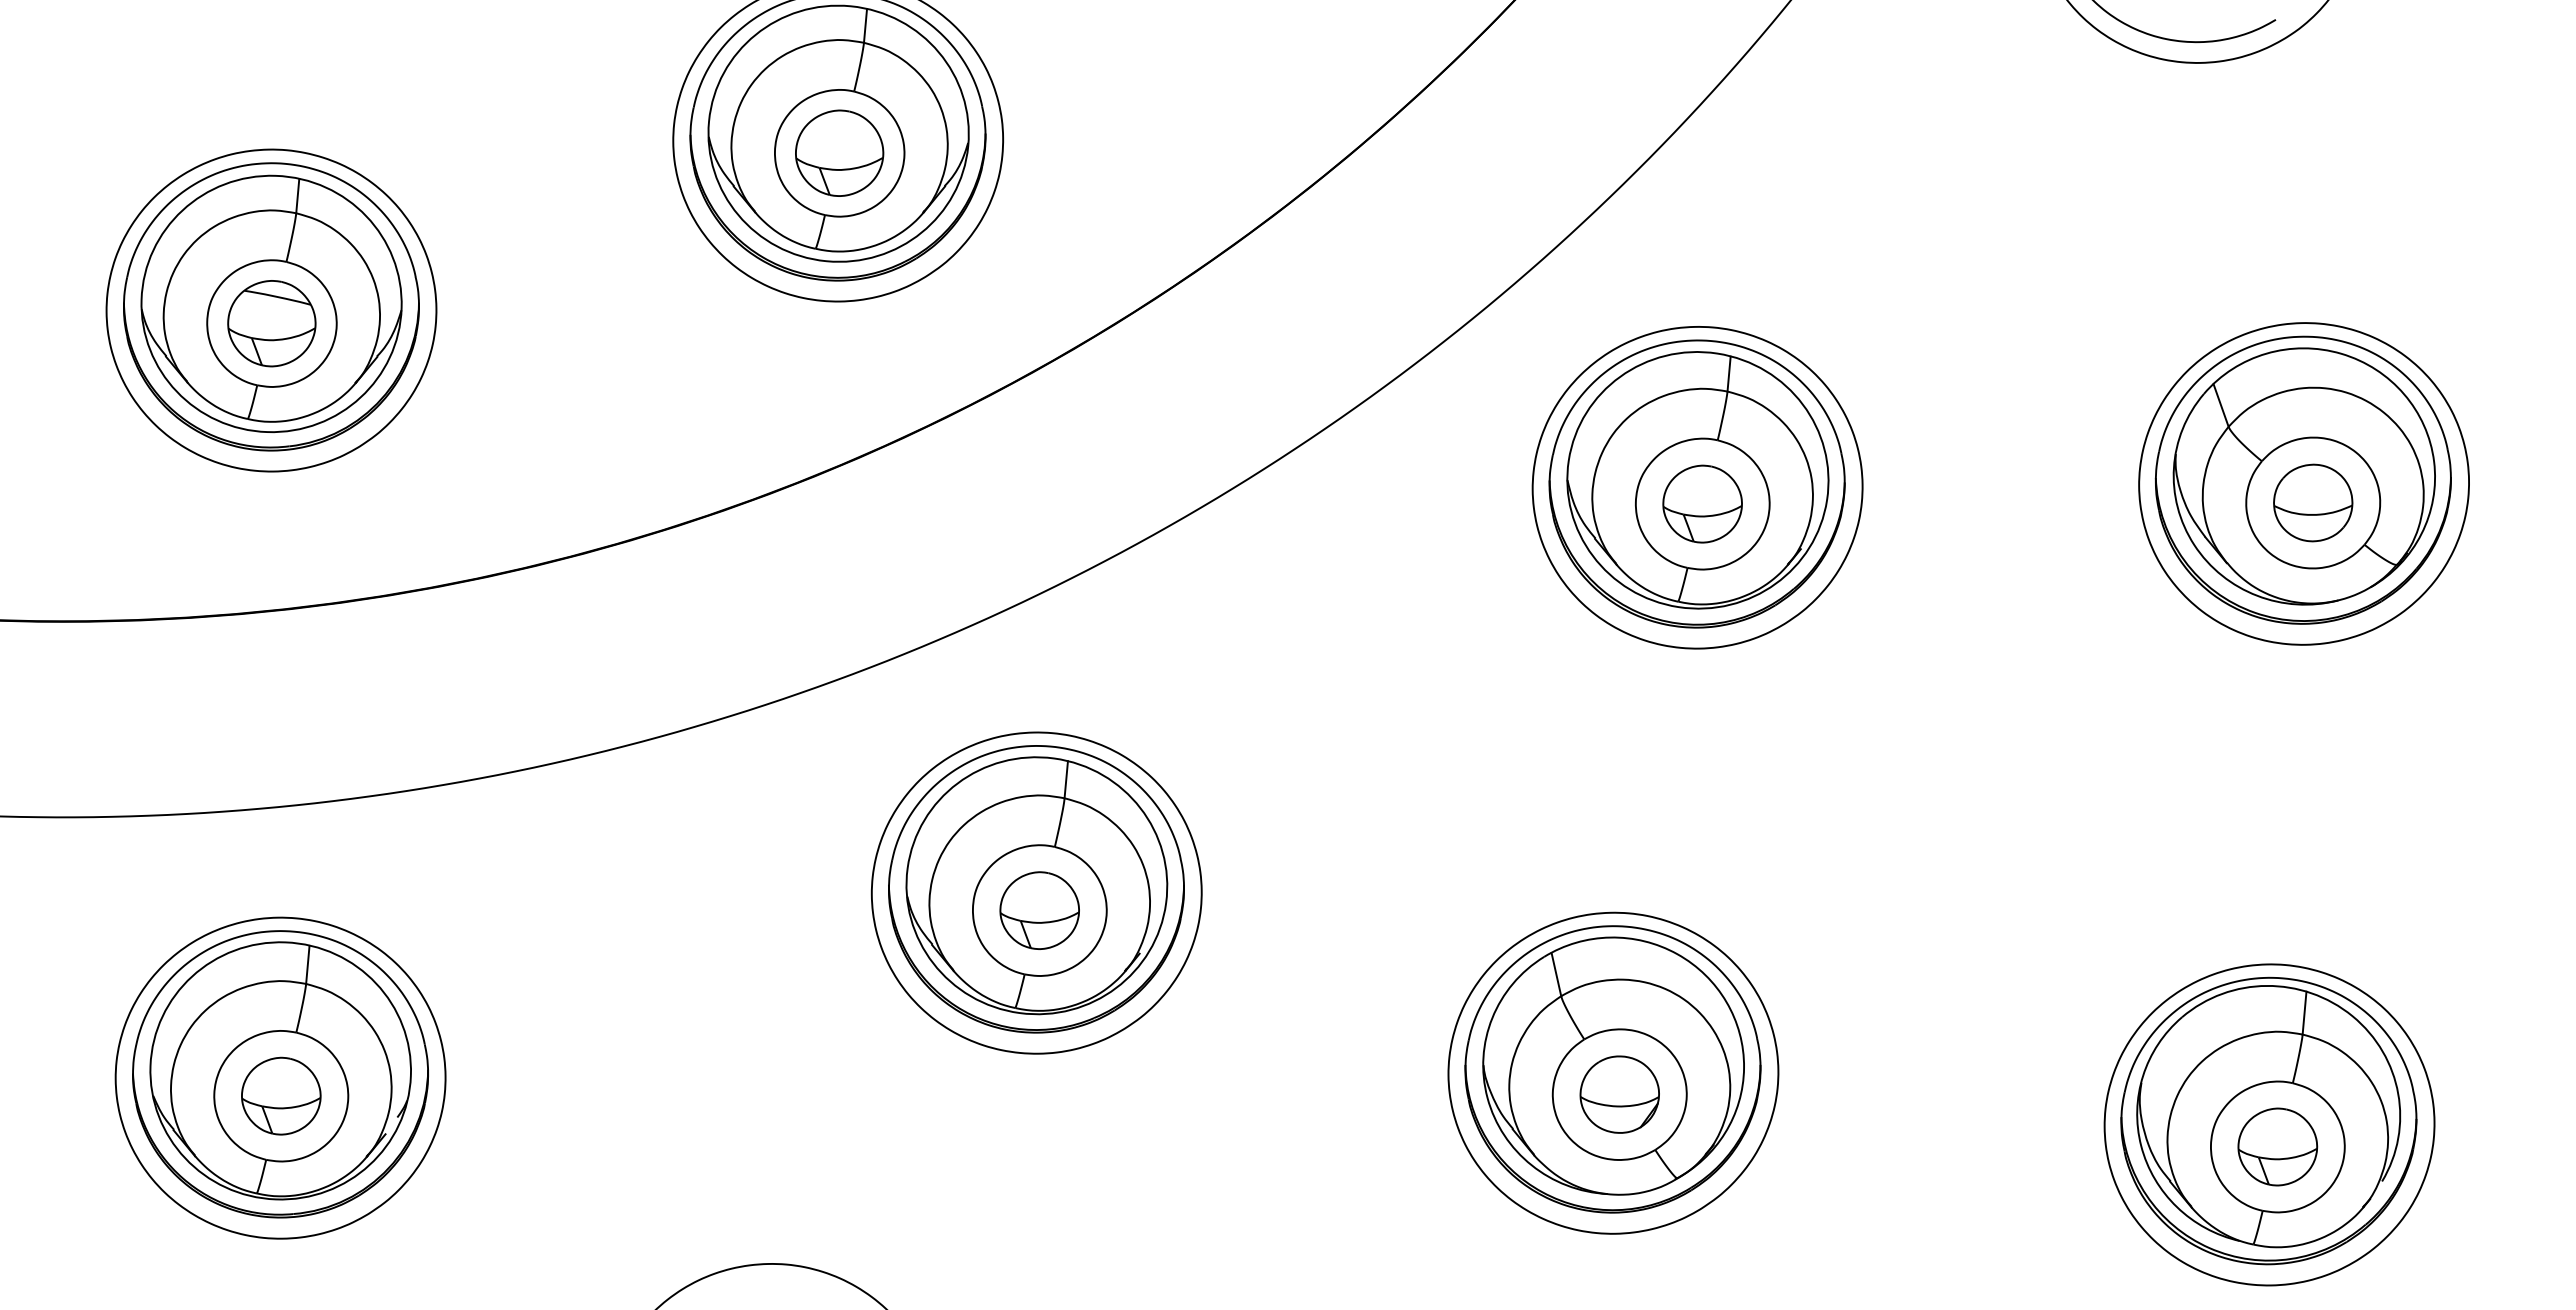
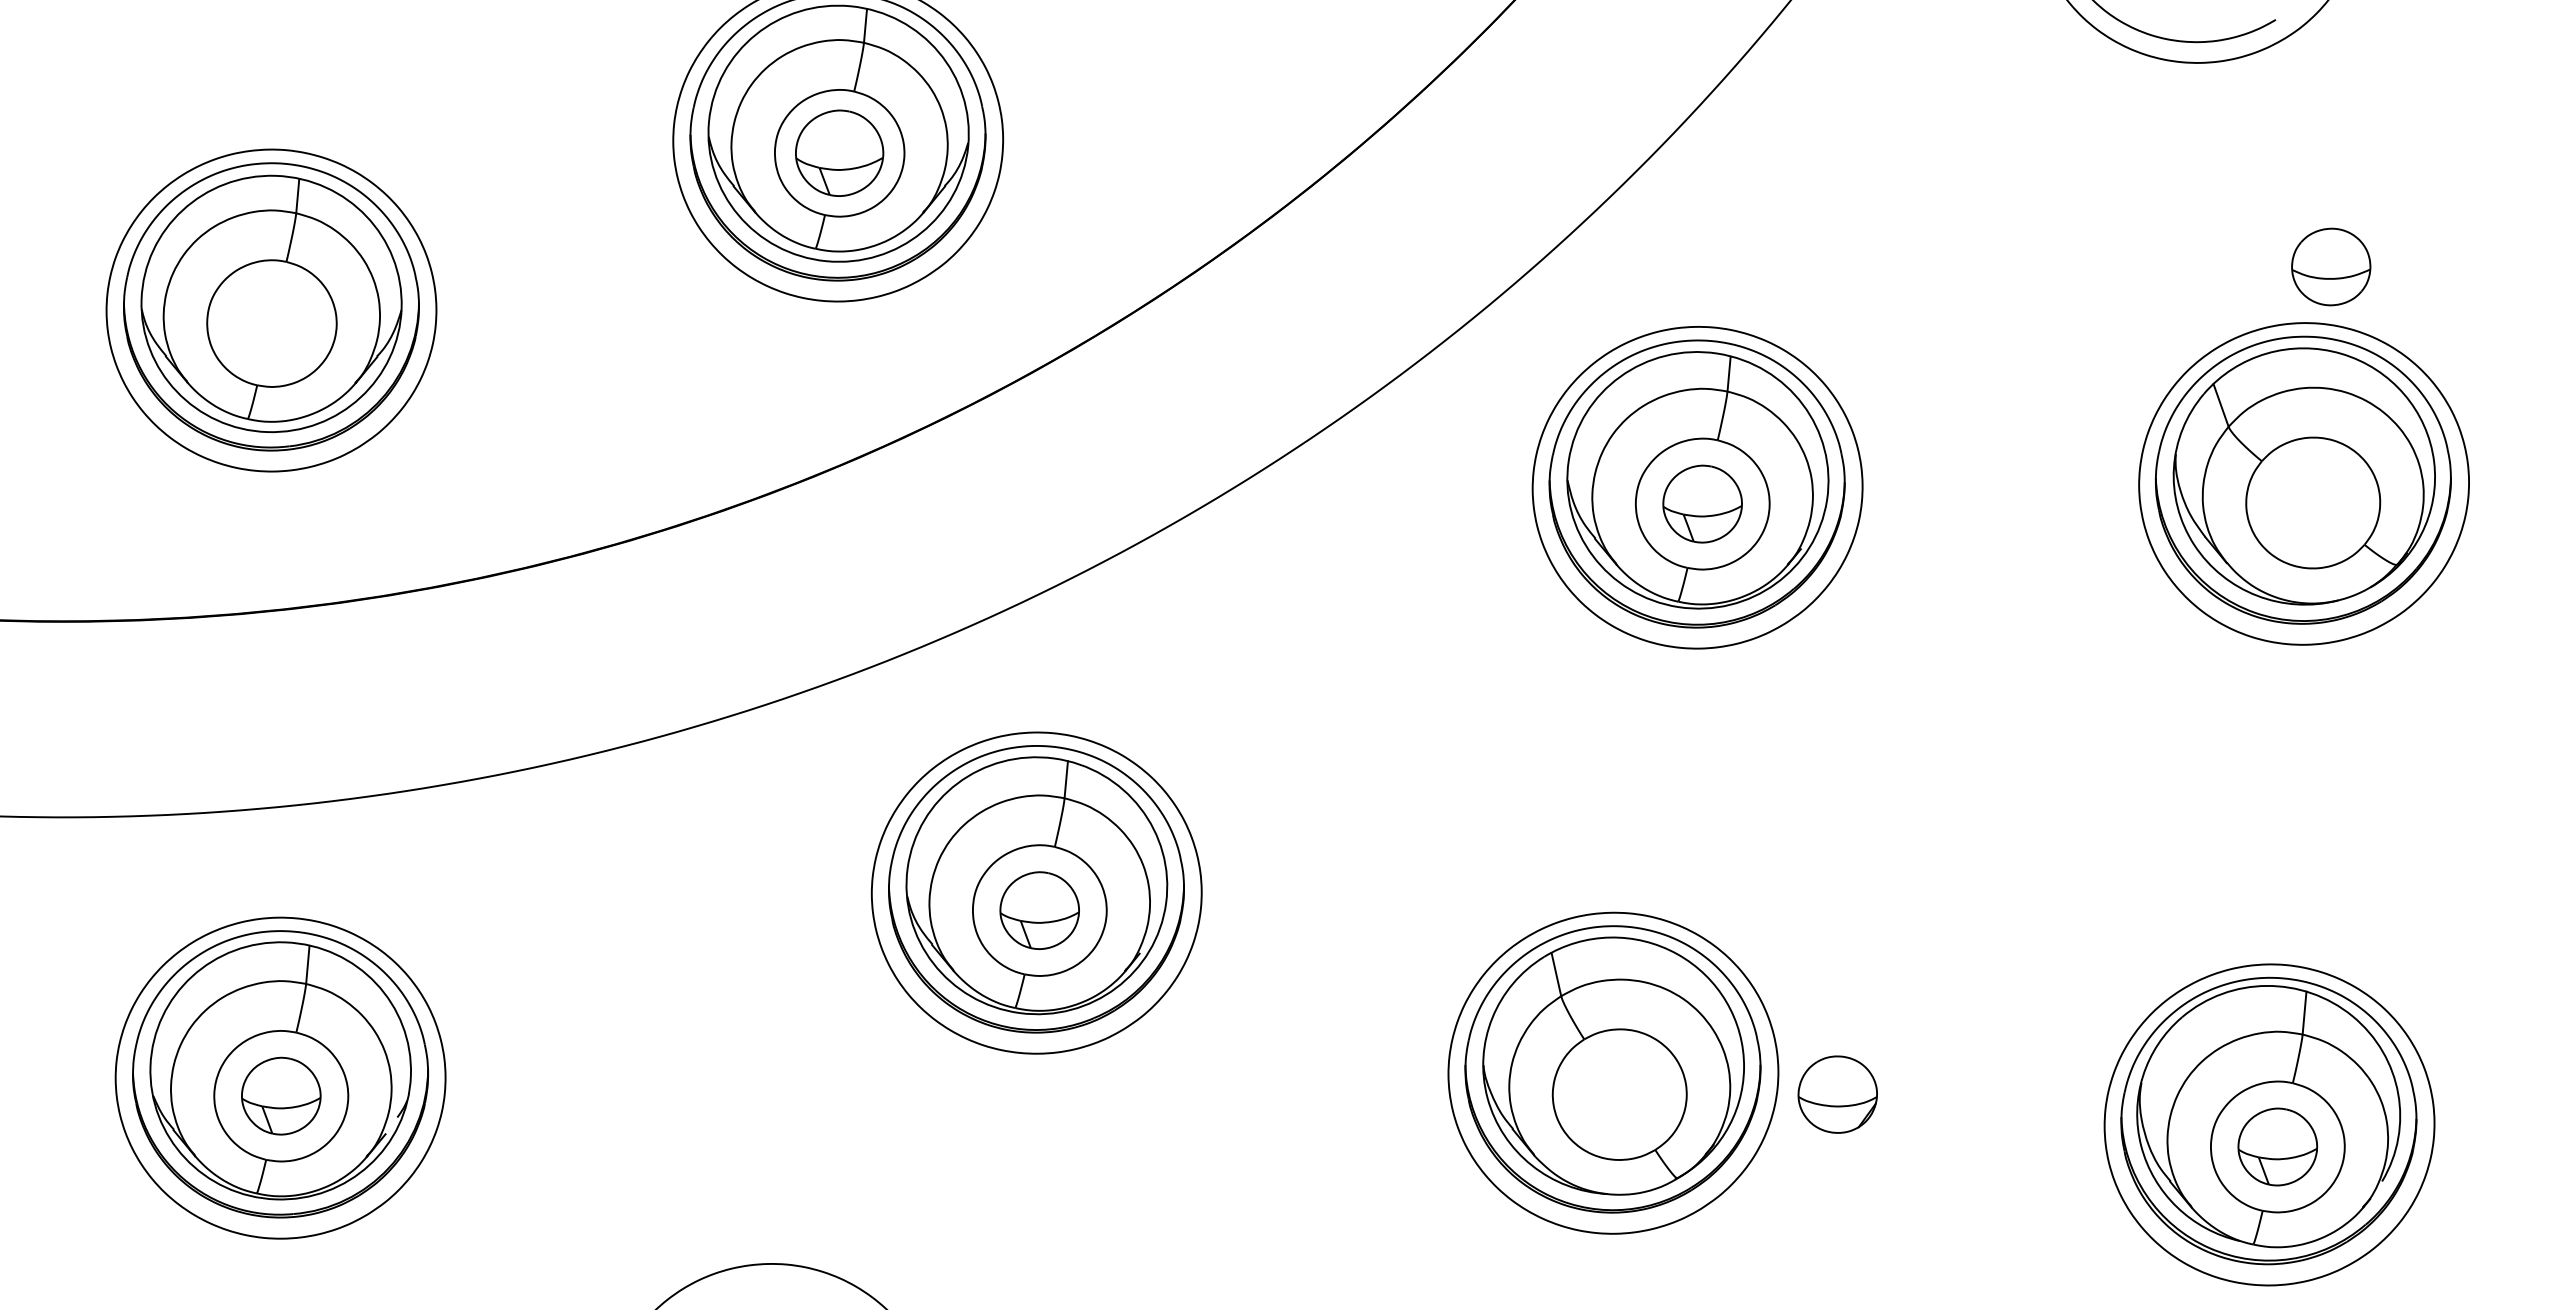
part at (271, 323): present -> none
part at (2313, 502) position: (2313, 502) -> (2331, 266)
part at (1619, 1094) position: (1619, 1094) -> (1837, 1094)
